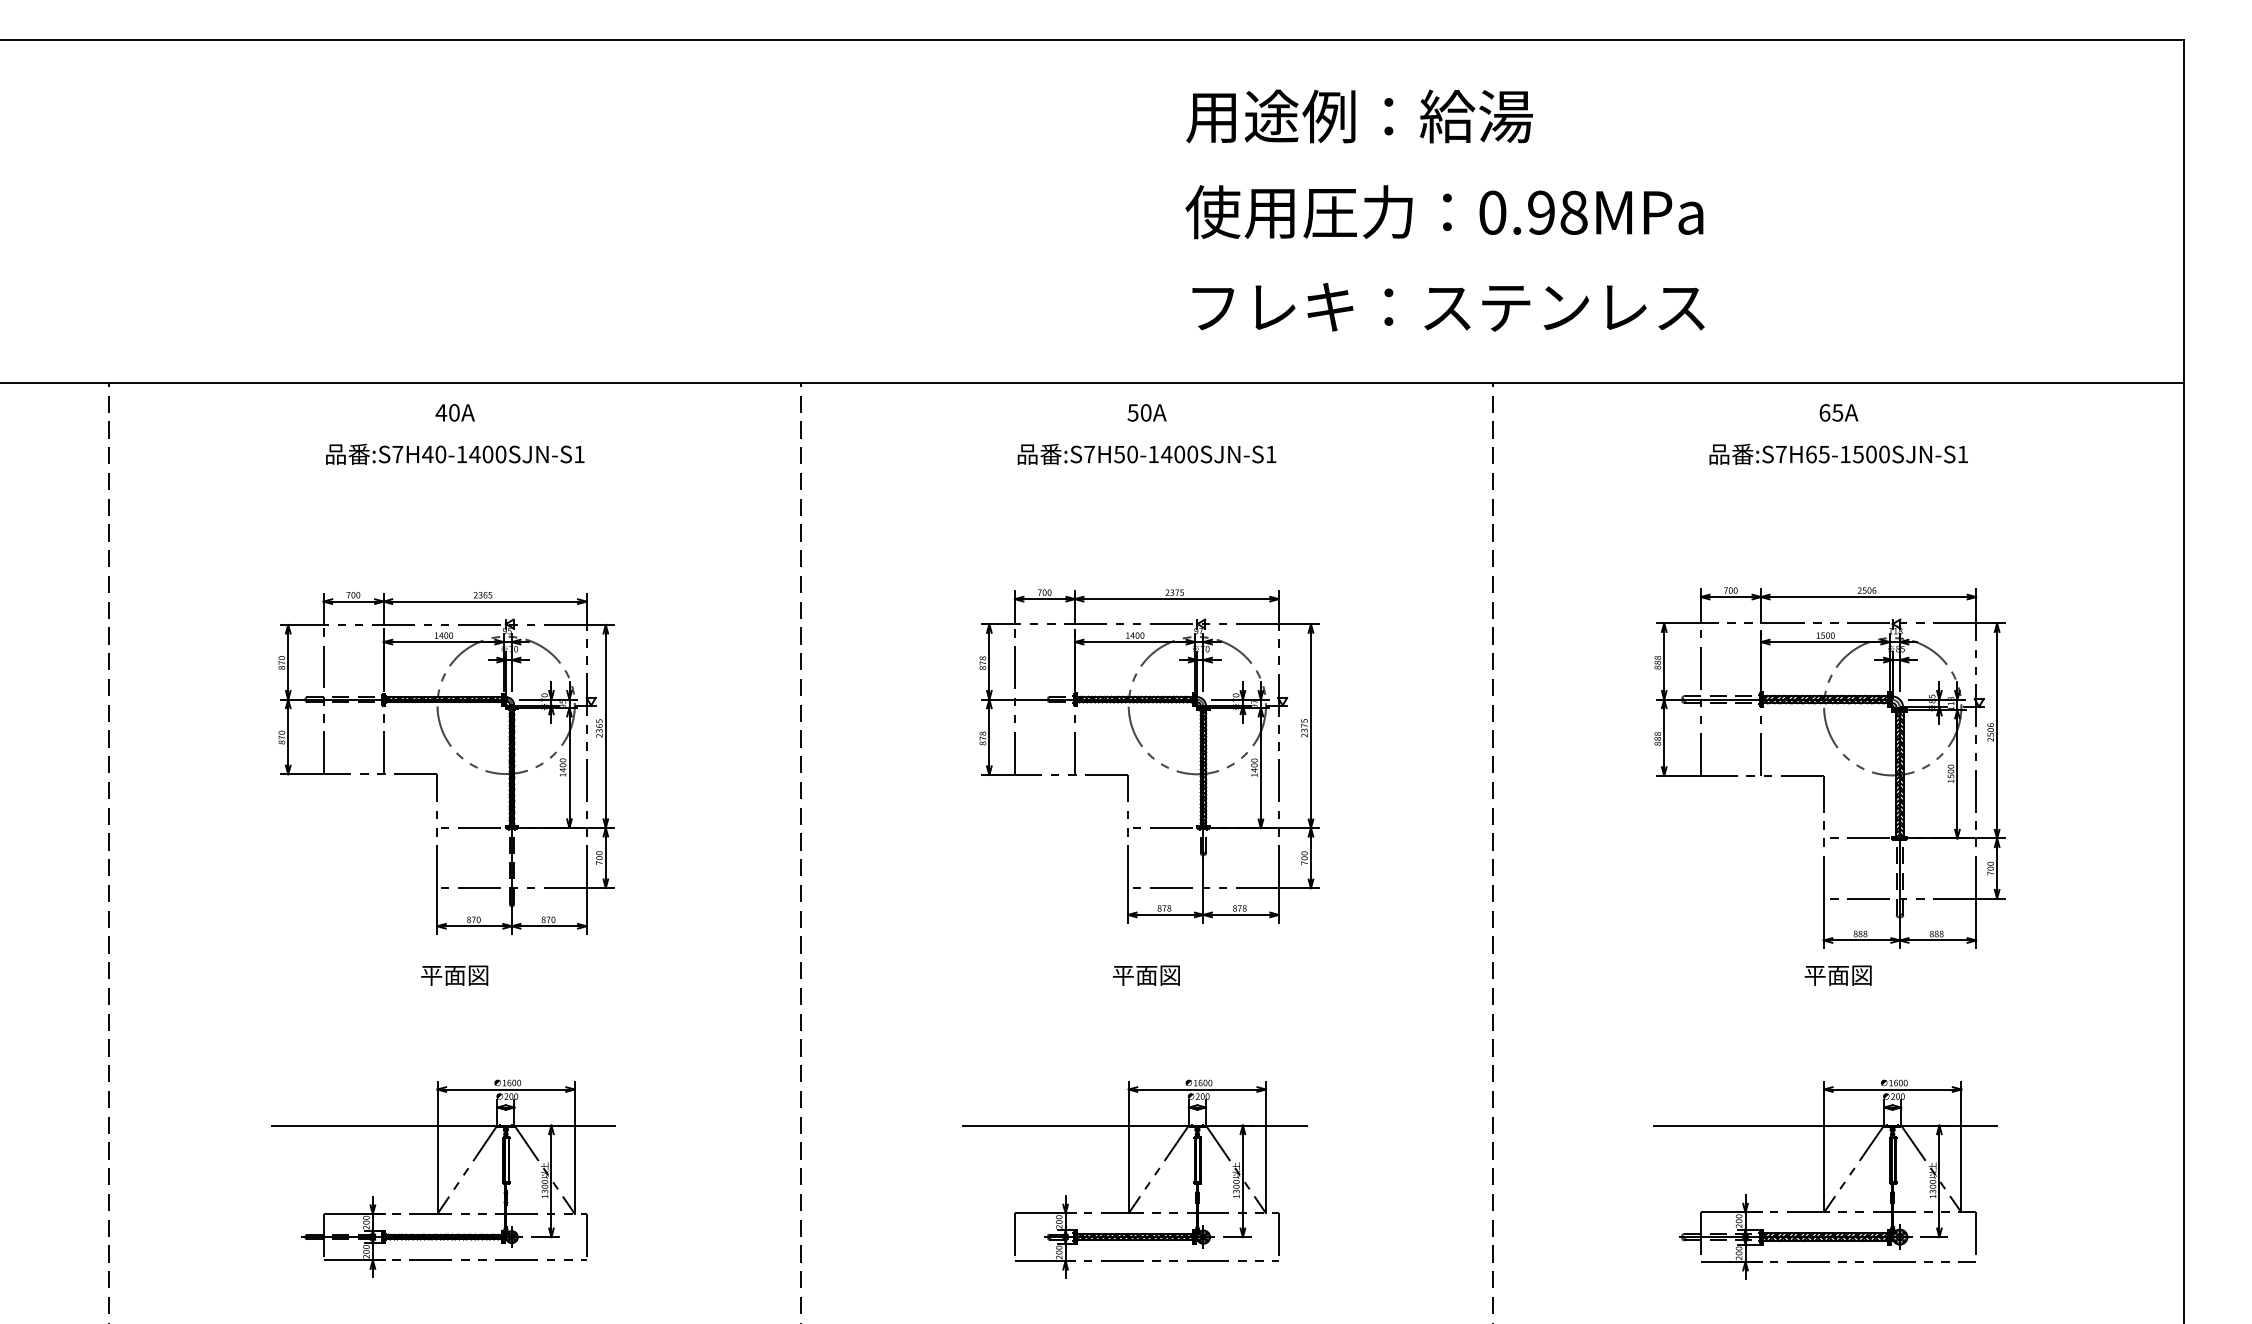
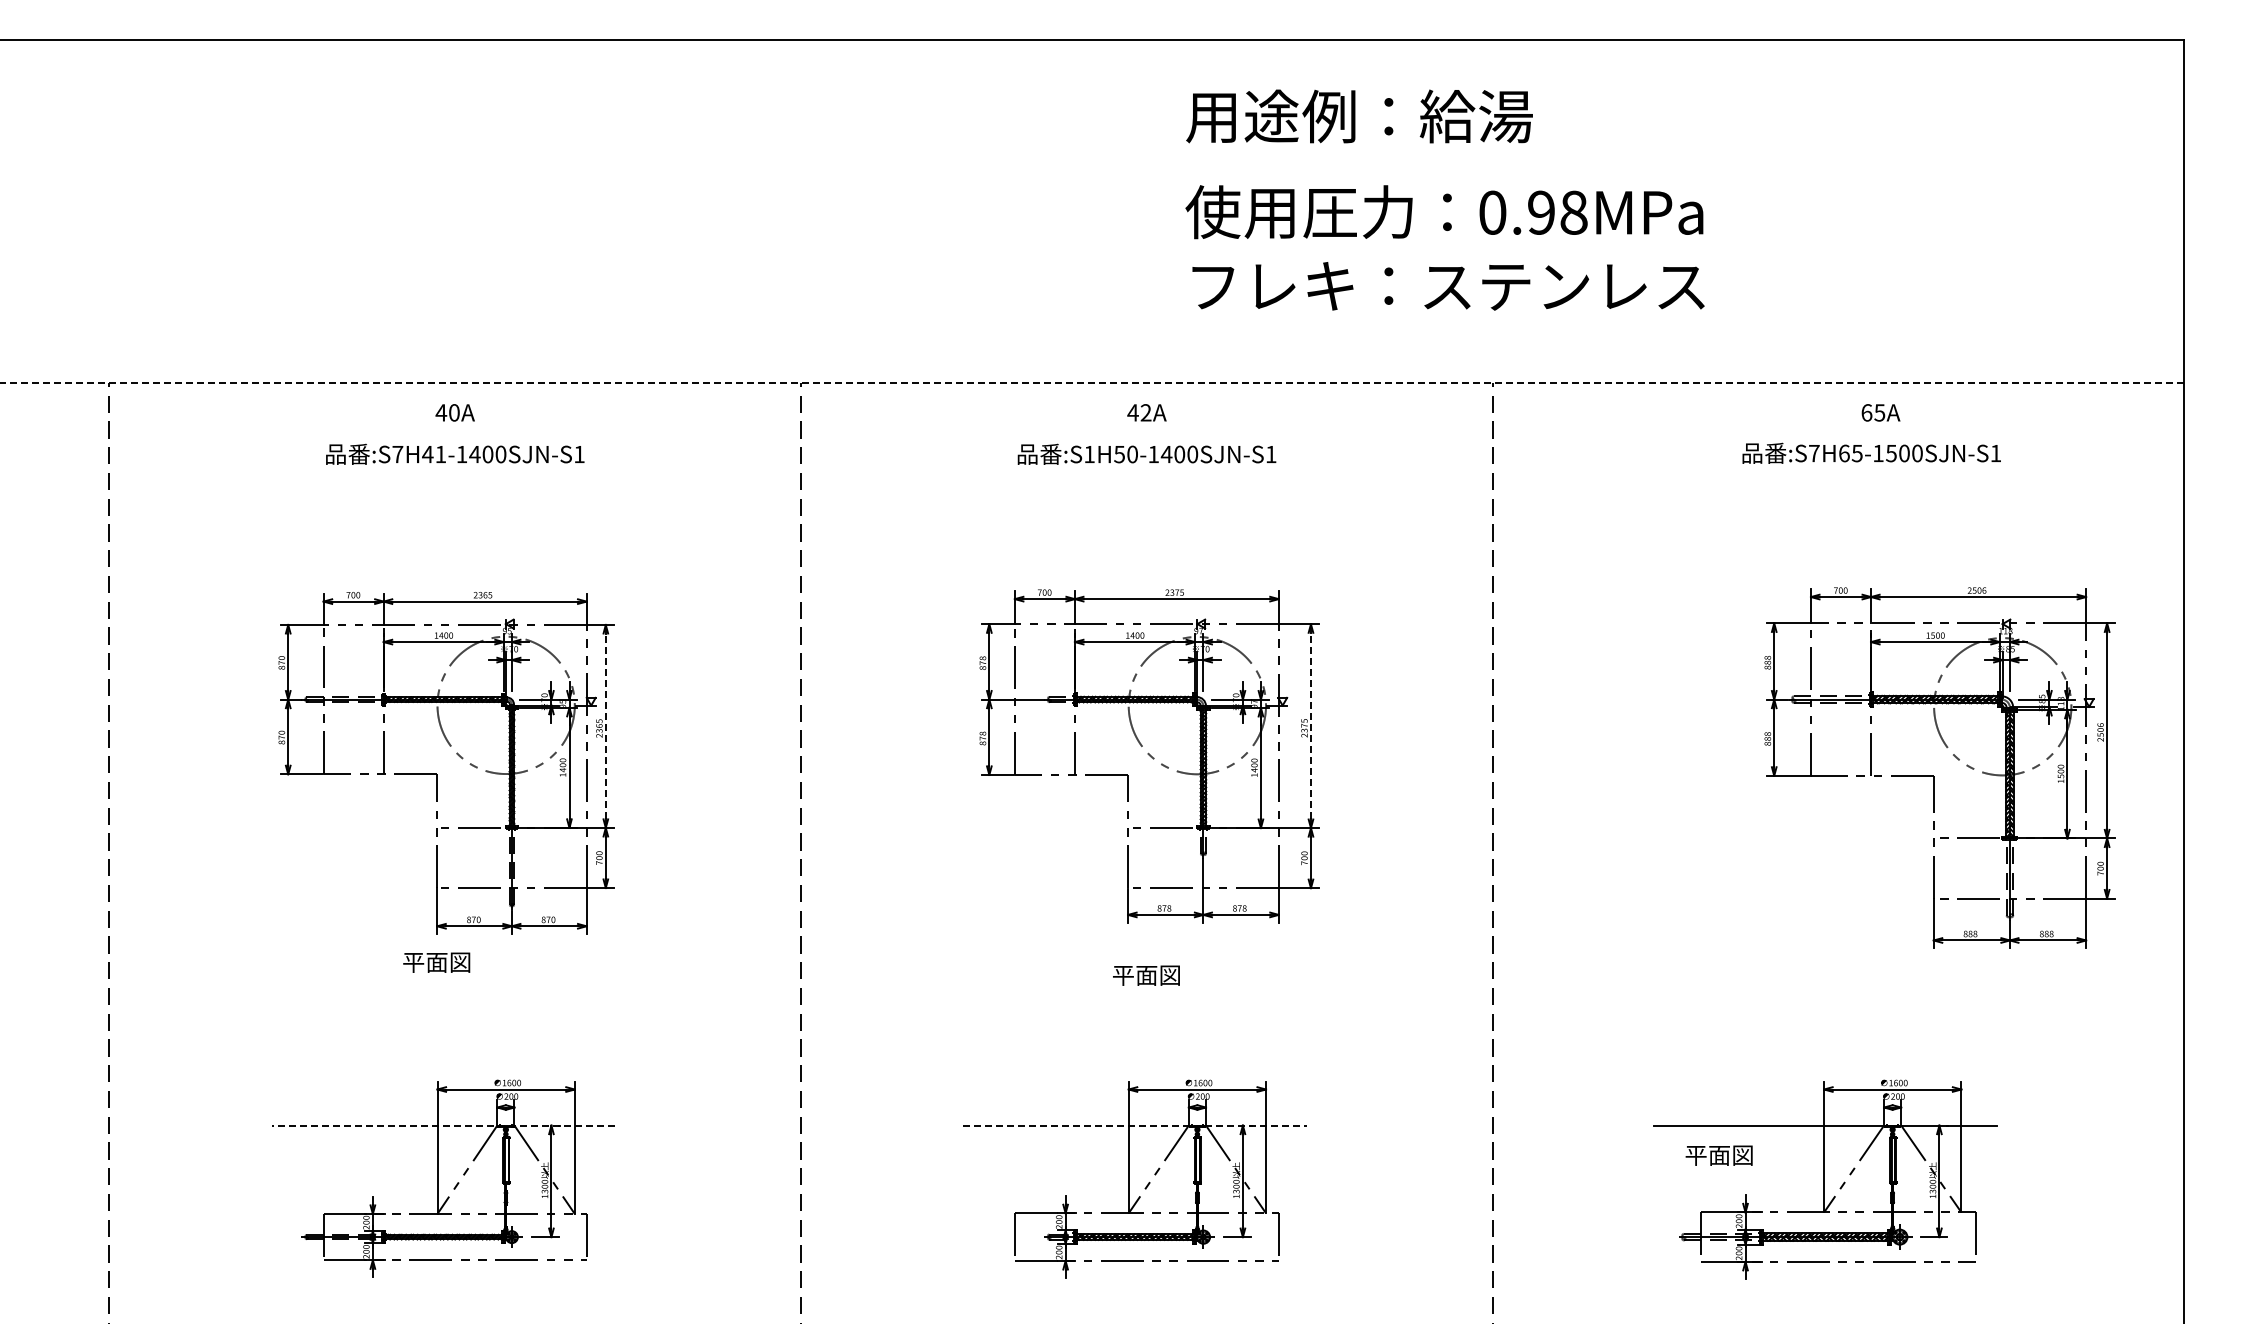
text at (1448, 307) position: (1448, 307) -> (1448, 286)
line at (1092, 382): solid -> dashed
text at (1139, 412): 50A -> 42A
text at (1838, 412) position: (1838, 412) -> (1880, 412)
text at (1838, 453) position: (1838, 453) -> (1871, 452)
text at (440, 454): :S7H40-1400SJN-S1 -> :S7H41-1400SJN-S1
text at (1089, 454): :S7H50-1400SJN-S1 -> :S1H50-1400SJN-S1
line at (1310, 725): solid -> dashed
line at (605, 726): solid -> dashed
part at (1823, 775) position: (1823, 775) -> (1933, 775)
text at (454, 975) position: (454, 975) -> (436, 962)
text at (1837, 975) position: (1837, 975) -> (1718, 1155)
line at (443, 1125): solid -> dashed
line at (1135, 1125): solid -> dashed
